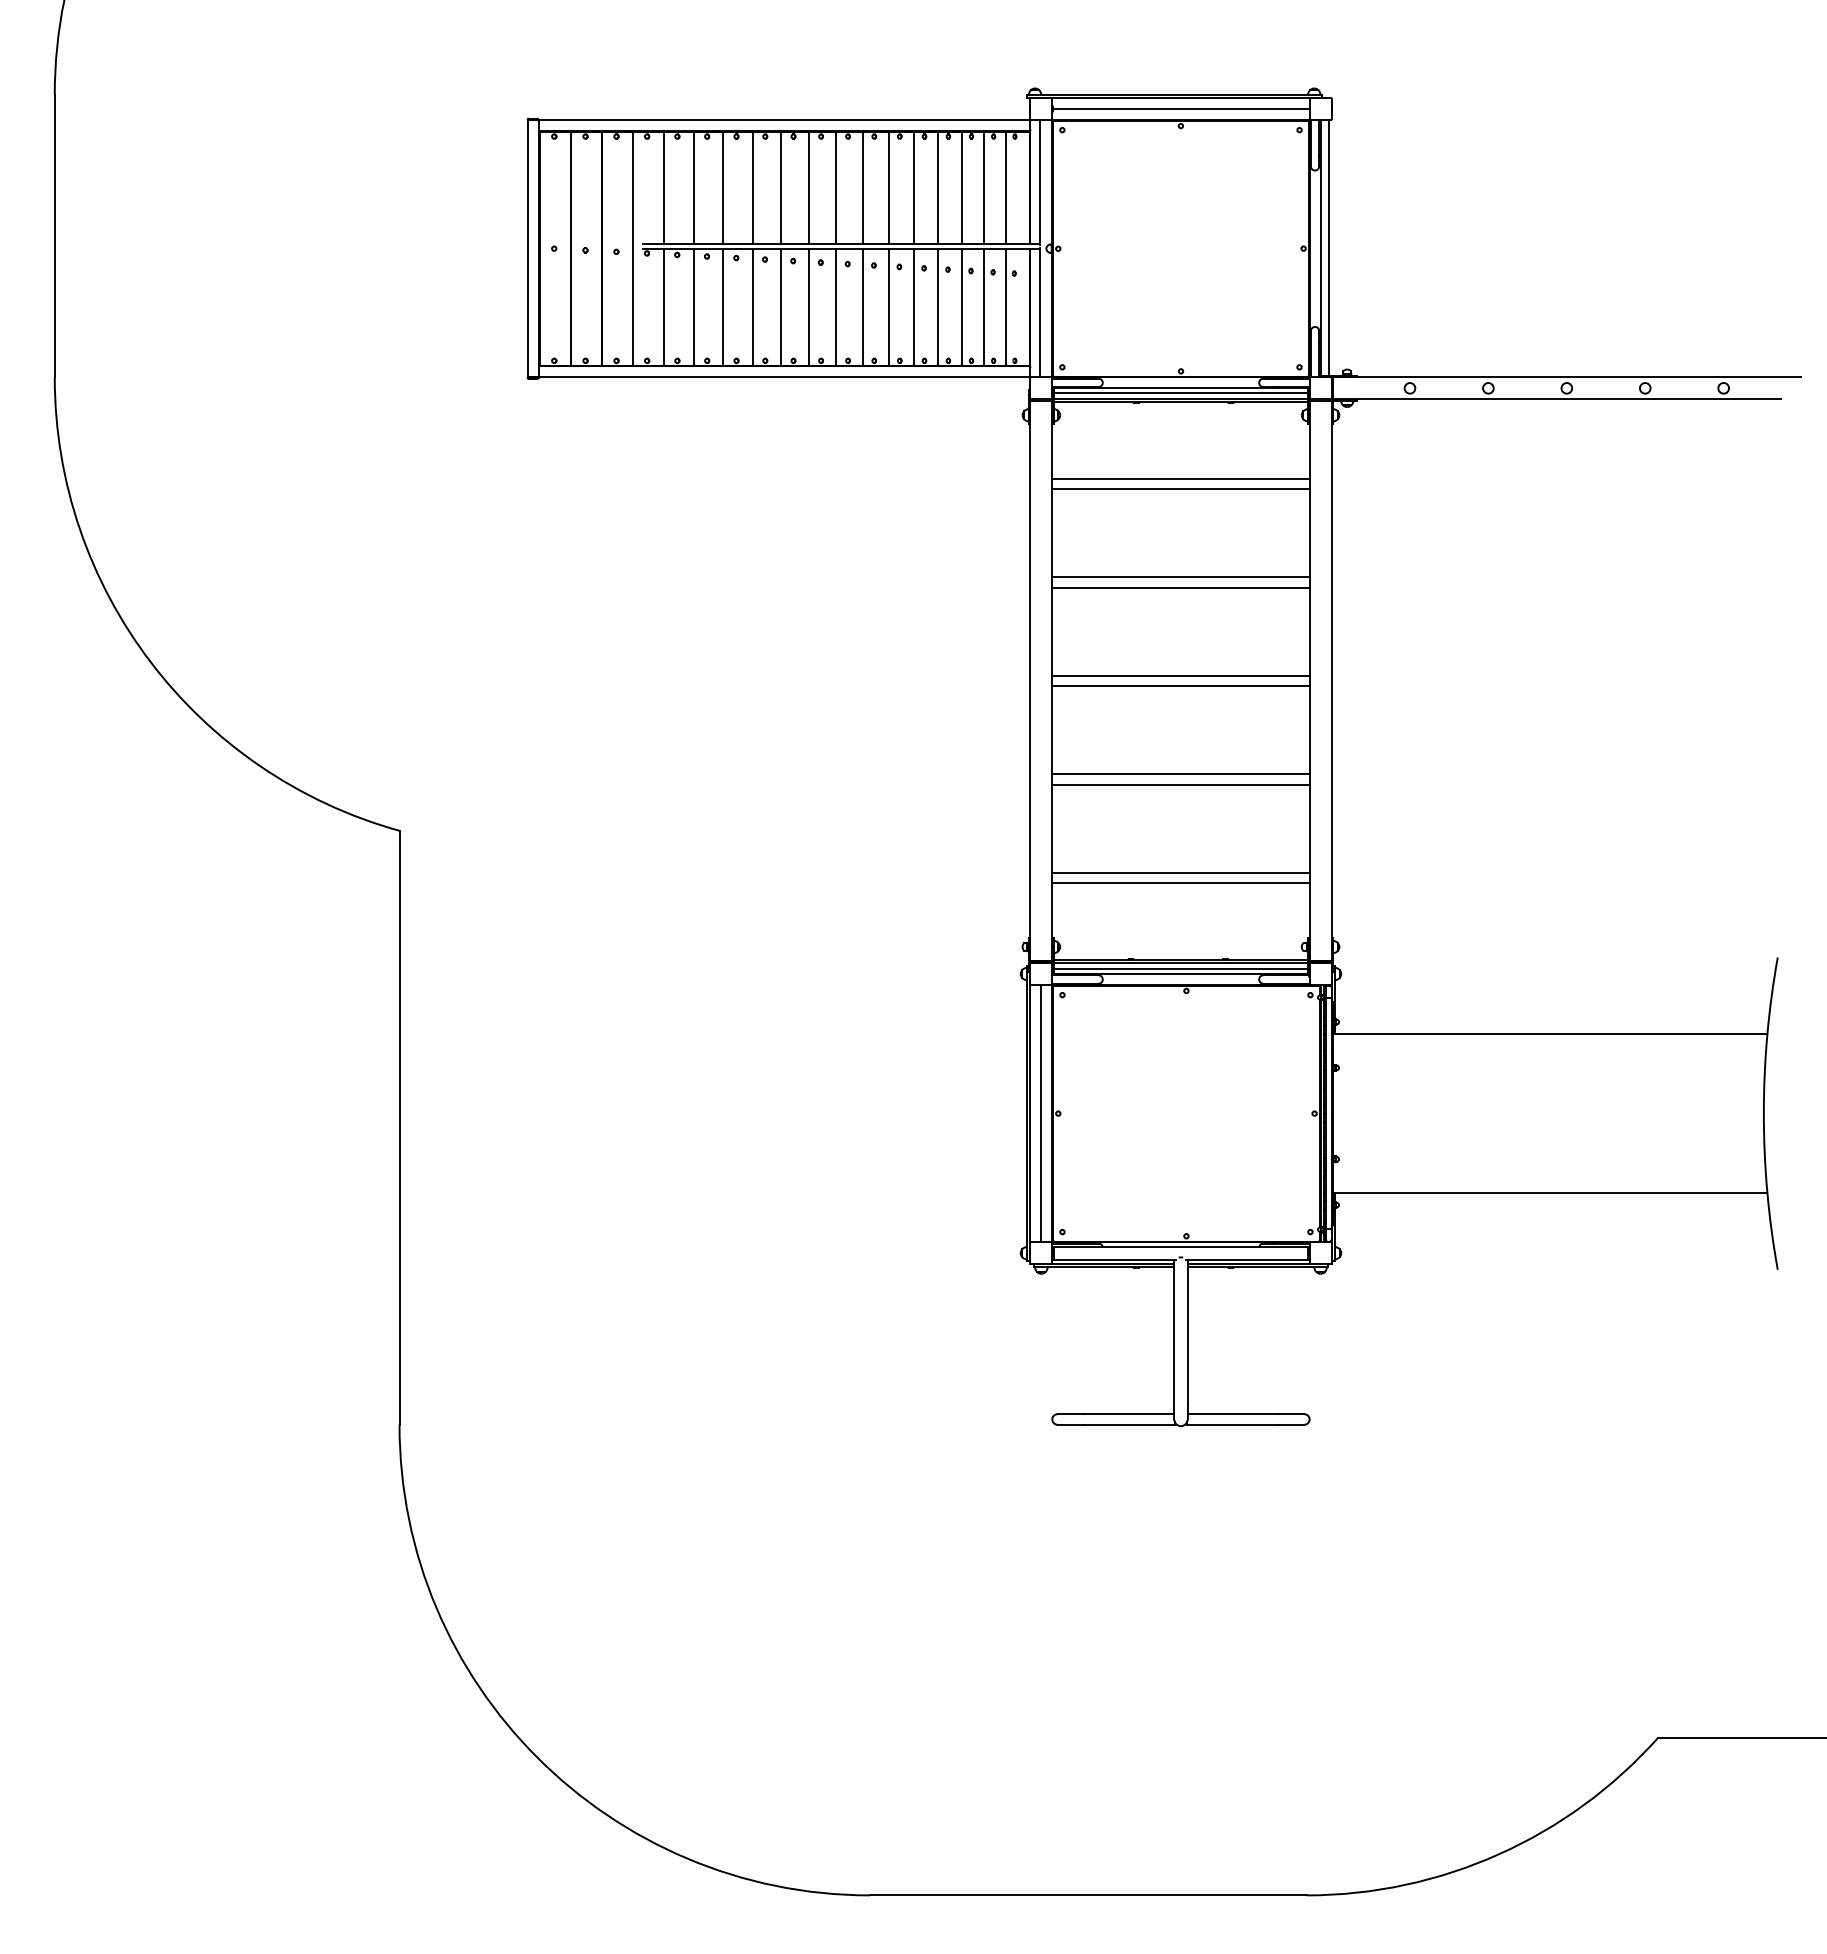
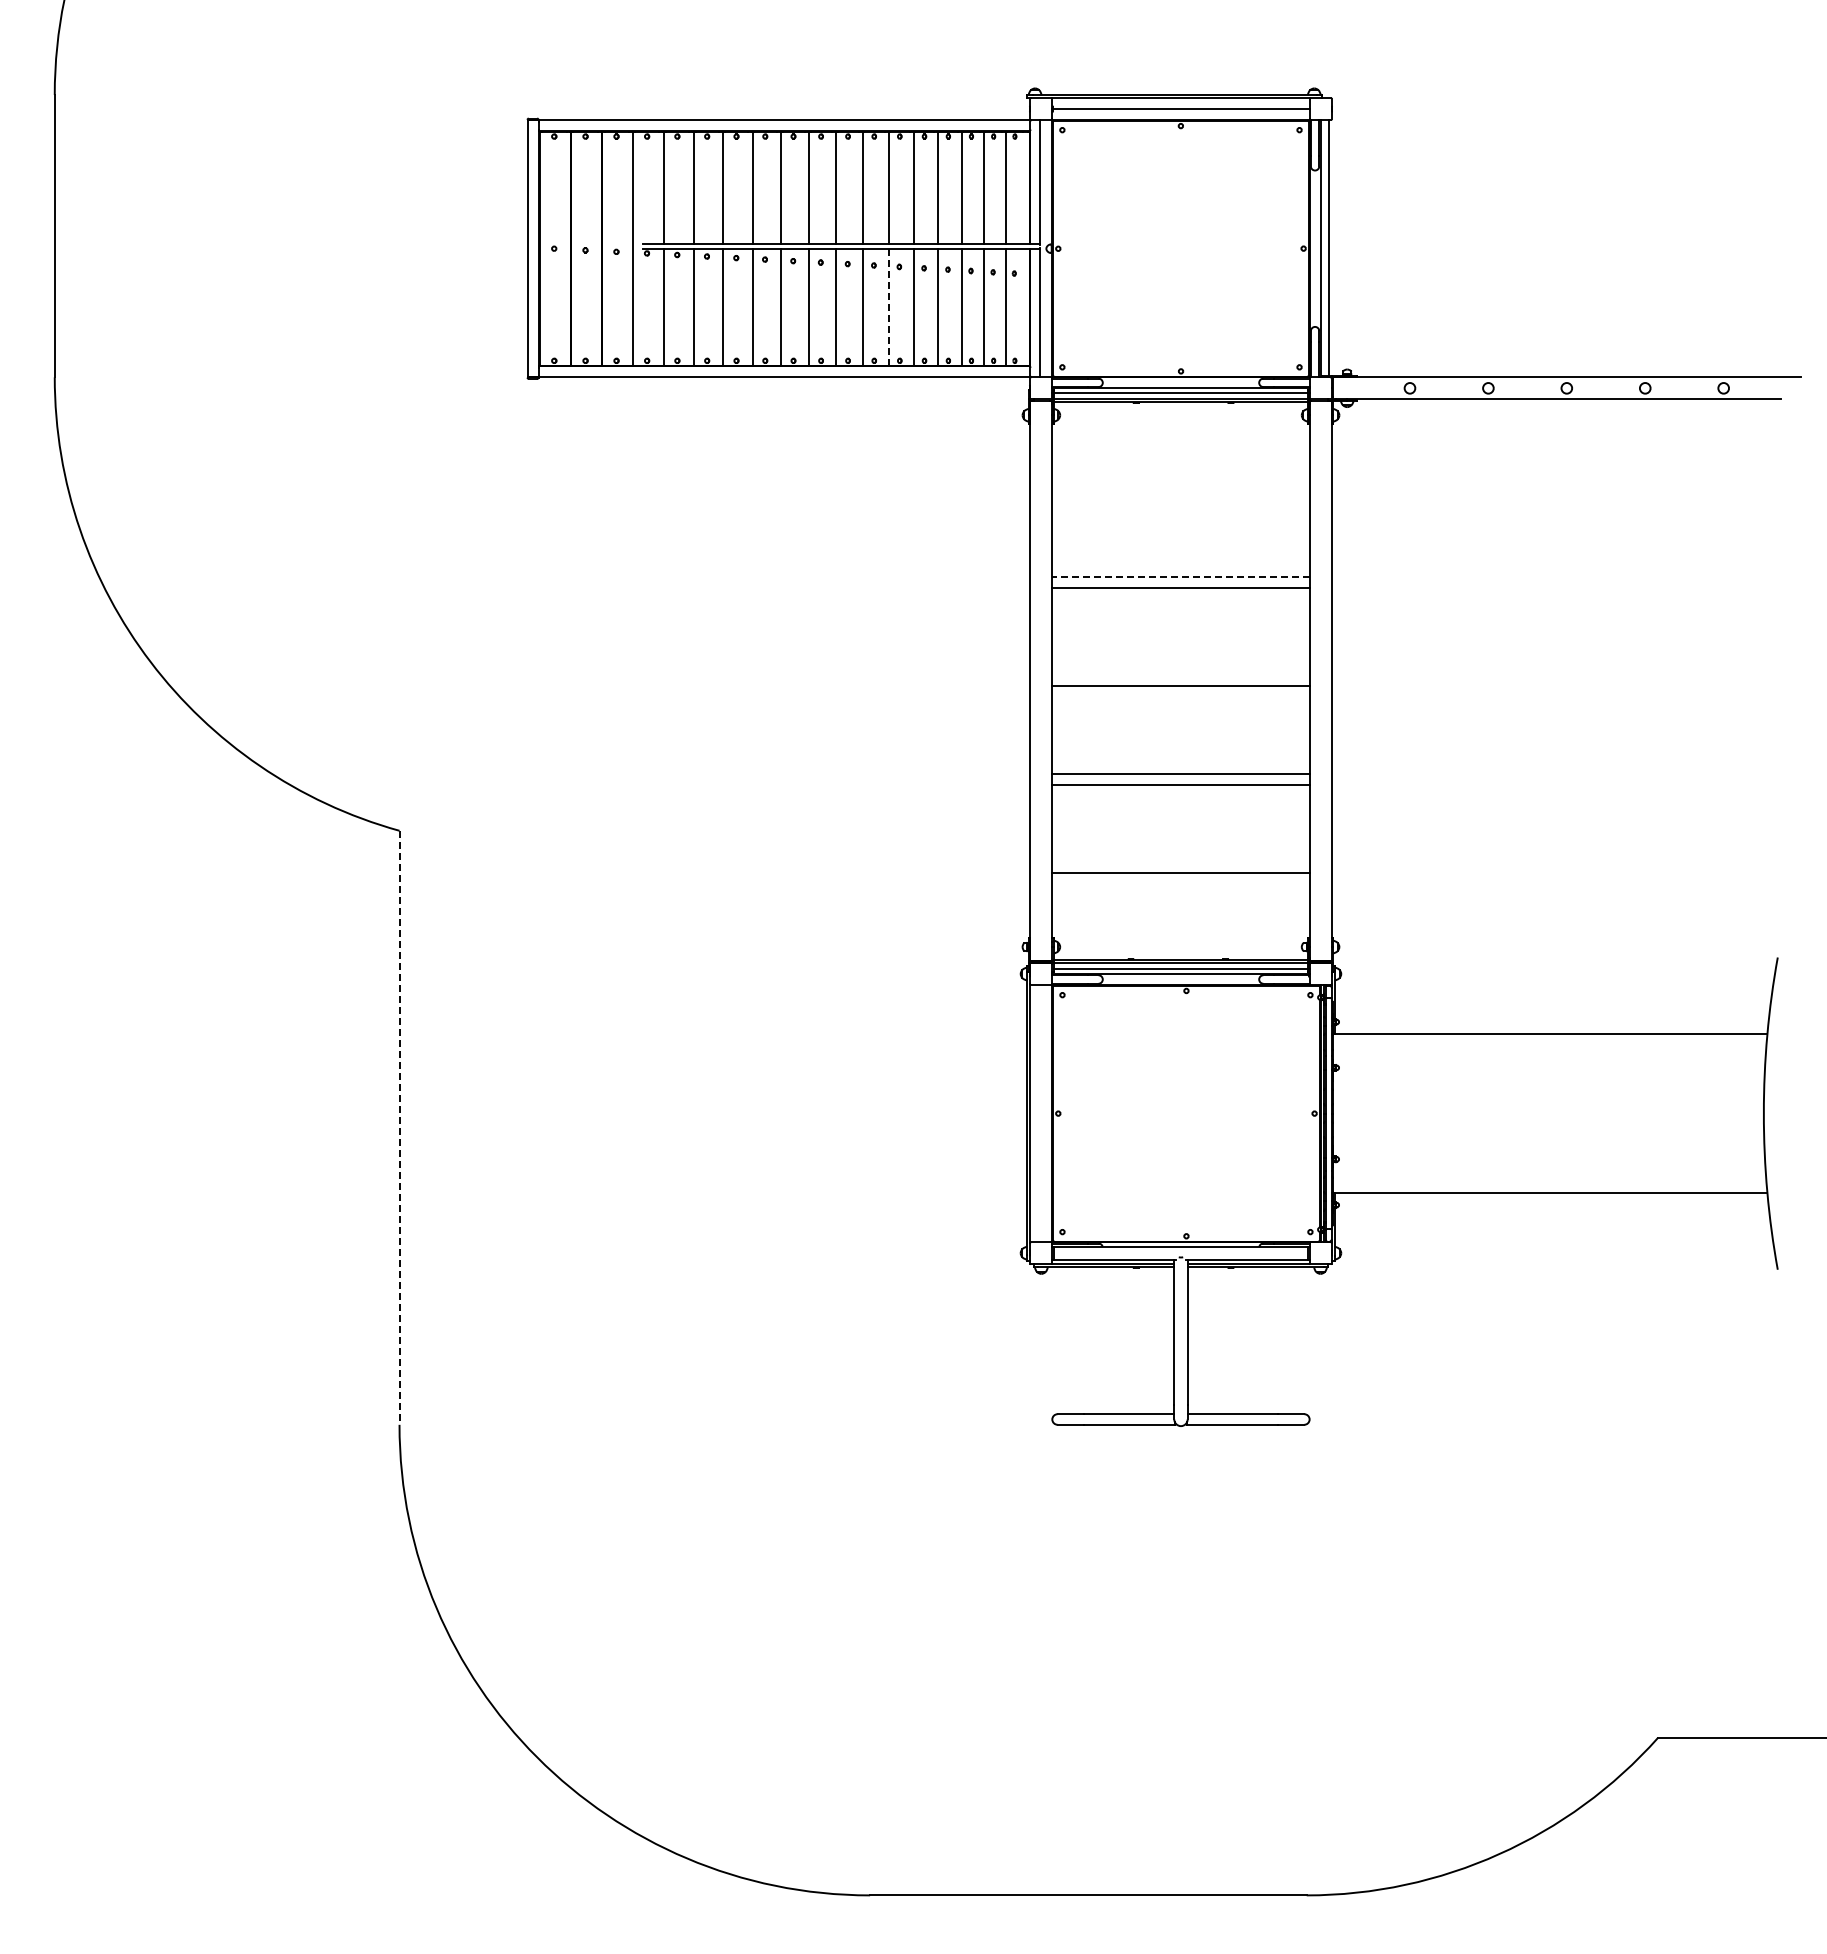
line at (888, 307): solid -> dashed
line at (1180, 478): present -> none
line at (1180, 489): present -> none
line at (1180, 577): solid -> dashed
line at (1180, 675): present -> none
line at (1180, 883): present -> none
line at (1041, 1113): present -> none
line at (399, 1128): solid -> dashed
